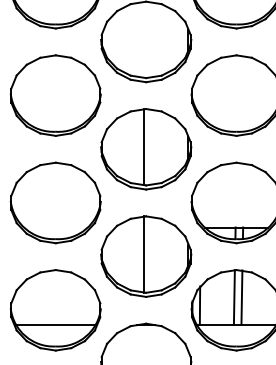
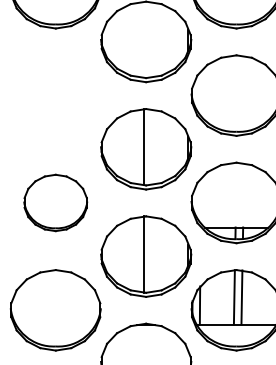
part at (55, 95): present -> none
part at (55, 202) size: 93x84 px -> 66x60 px
line at (55, 324): present -> none
